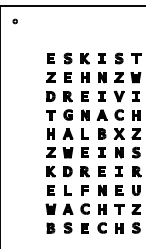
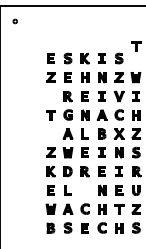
part at (136, 58) position: (136, 58) -> (136, 46)
part at (50, 96): present -> none
part at (50, 133): present -> none
part at (84, 190): present -> none
